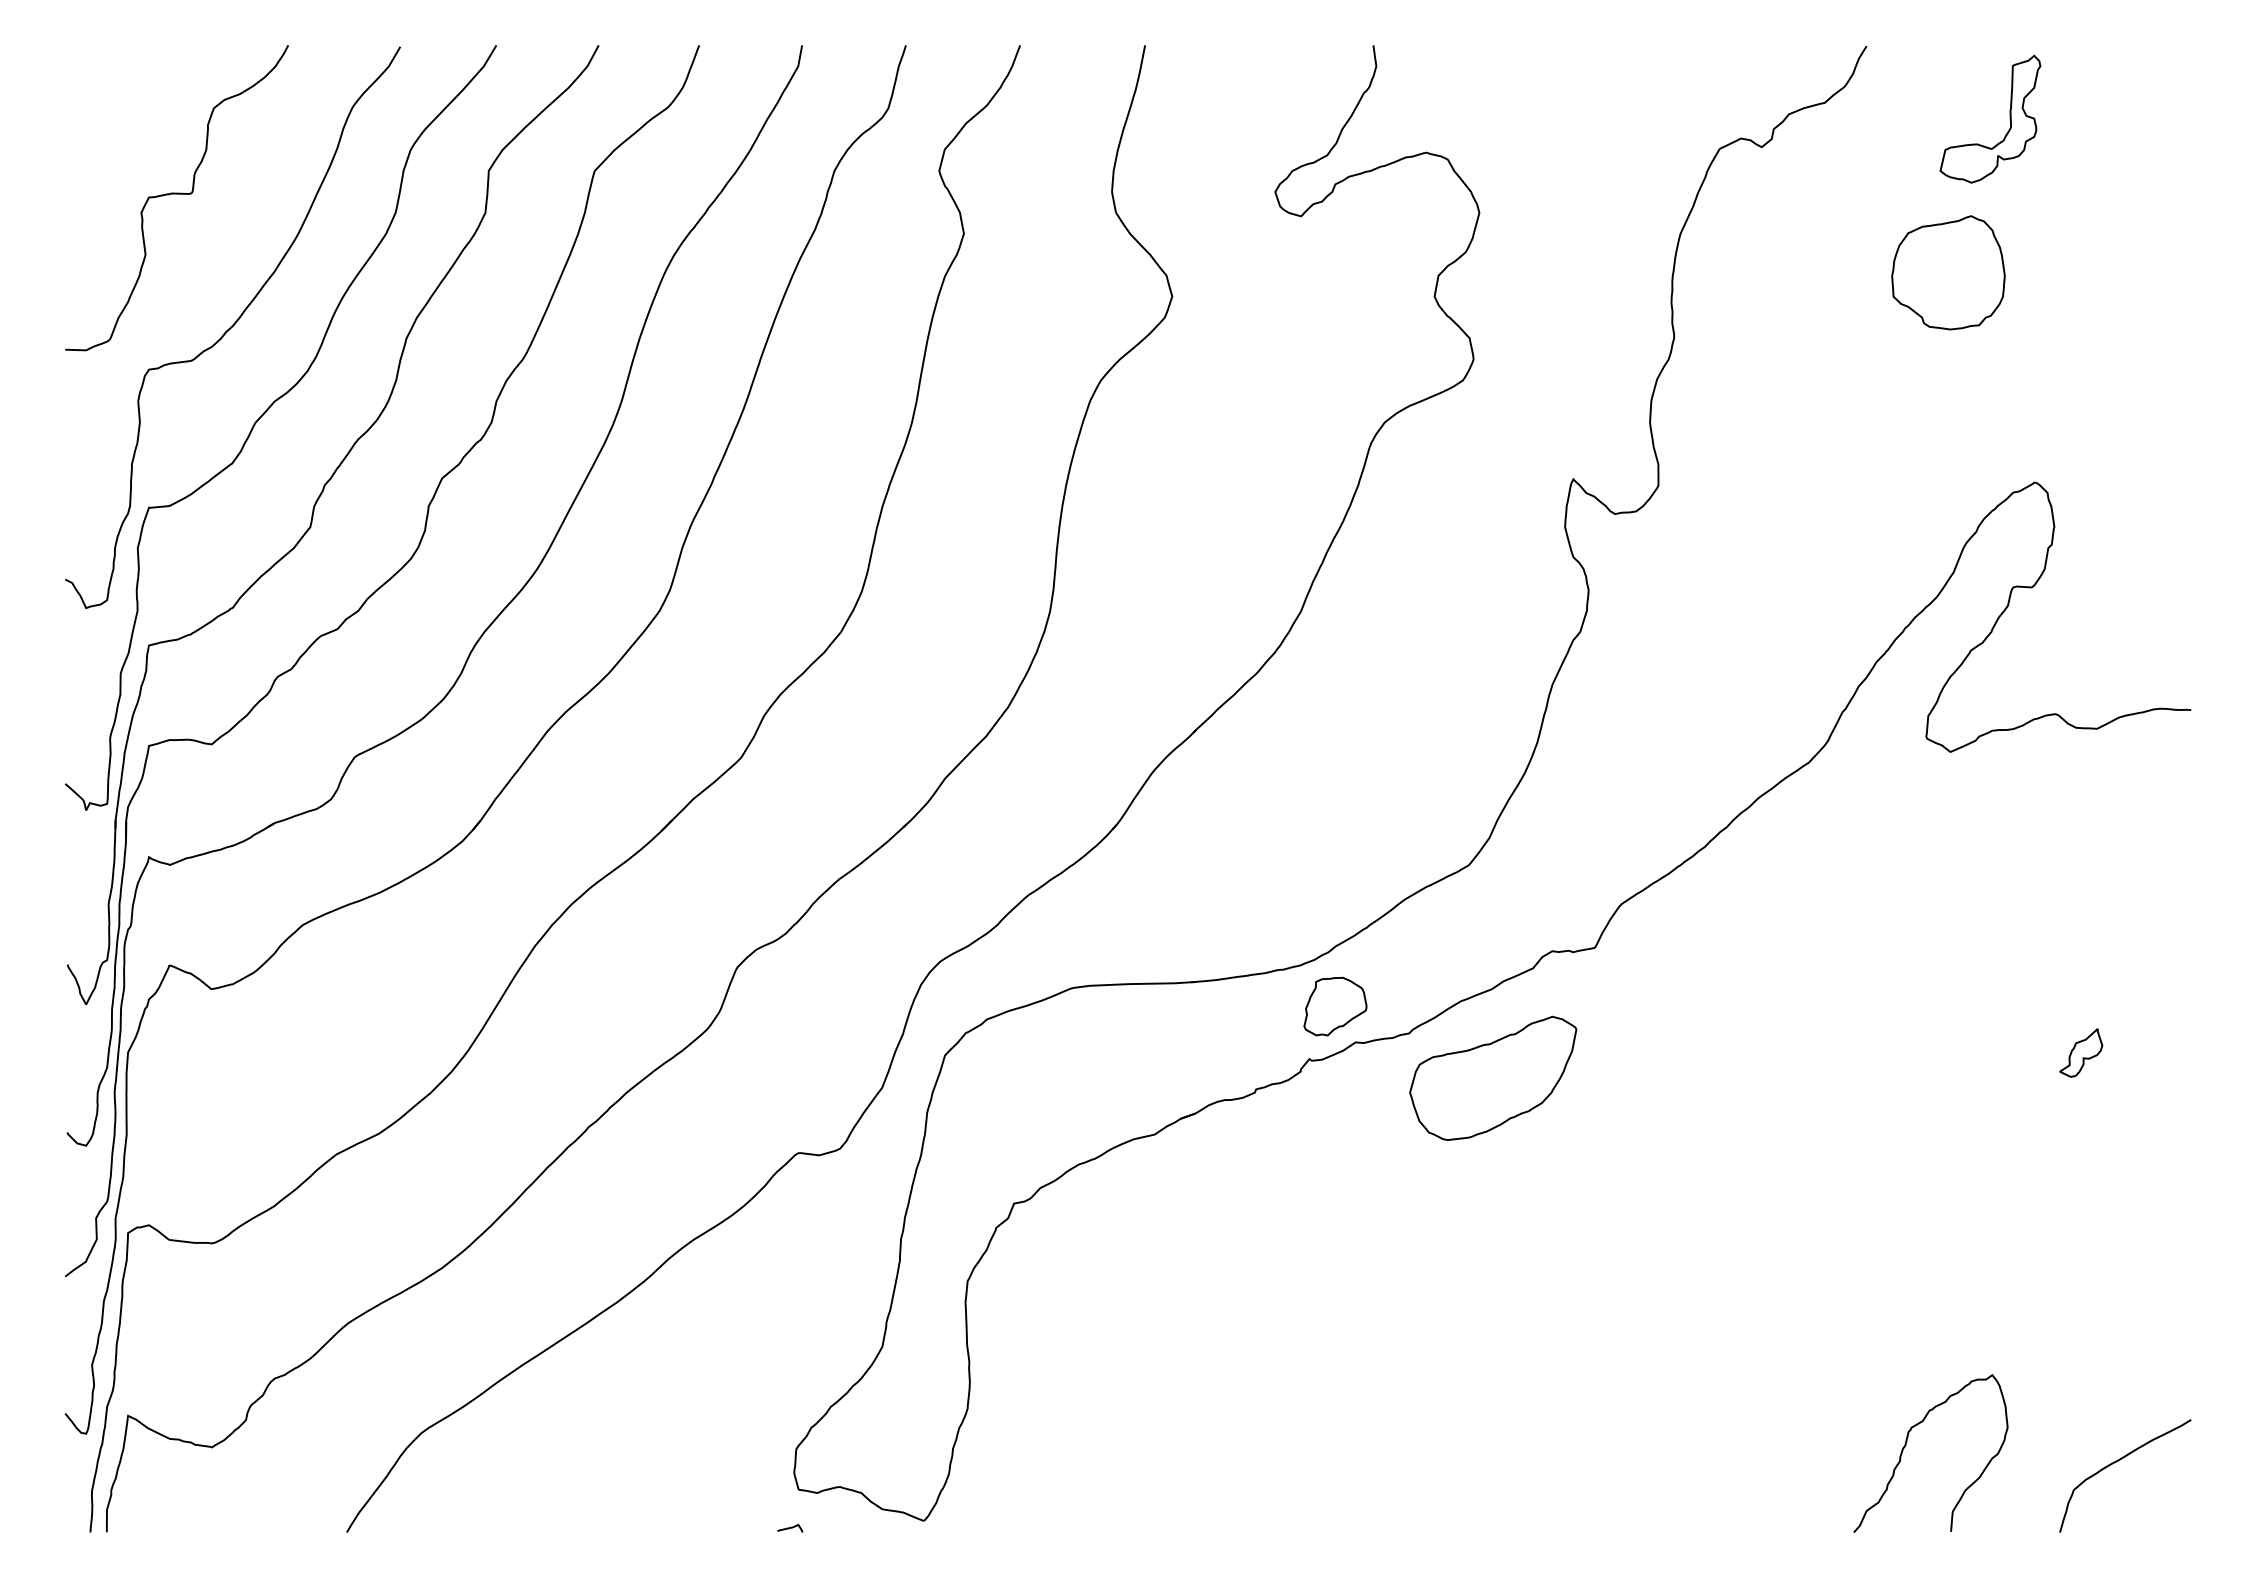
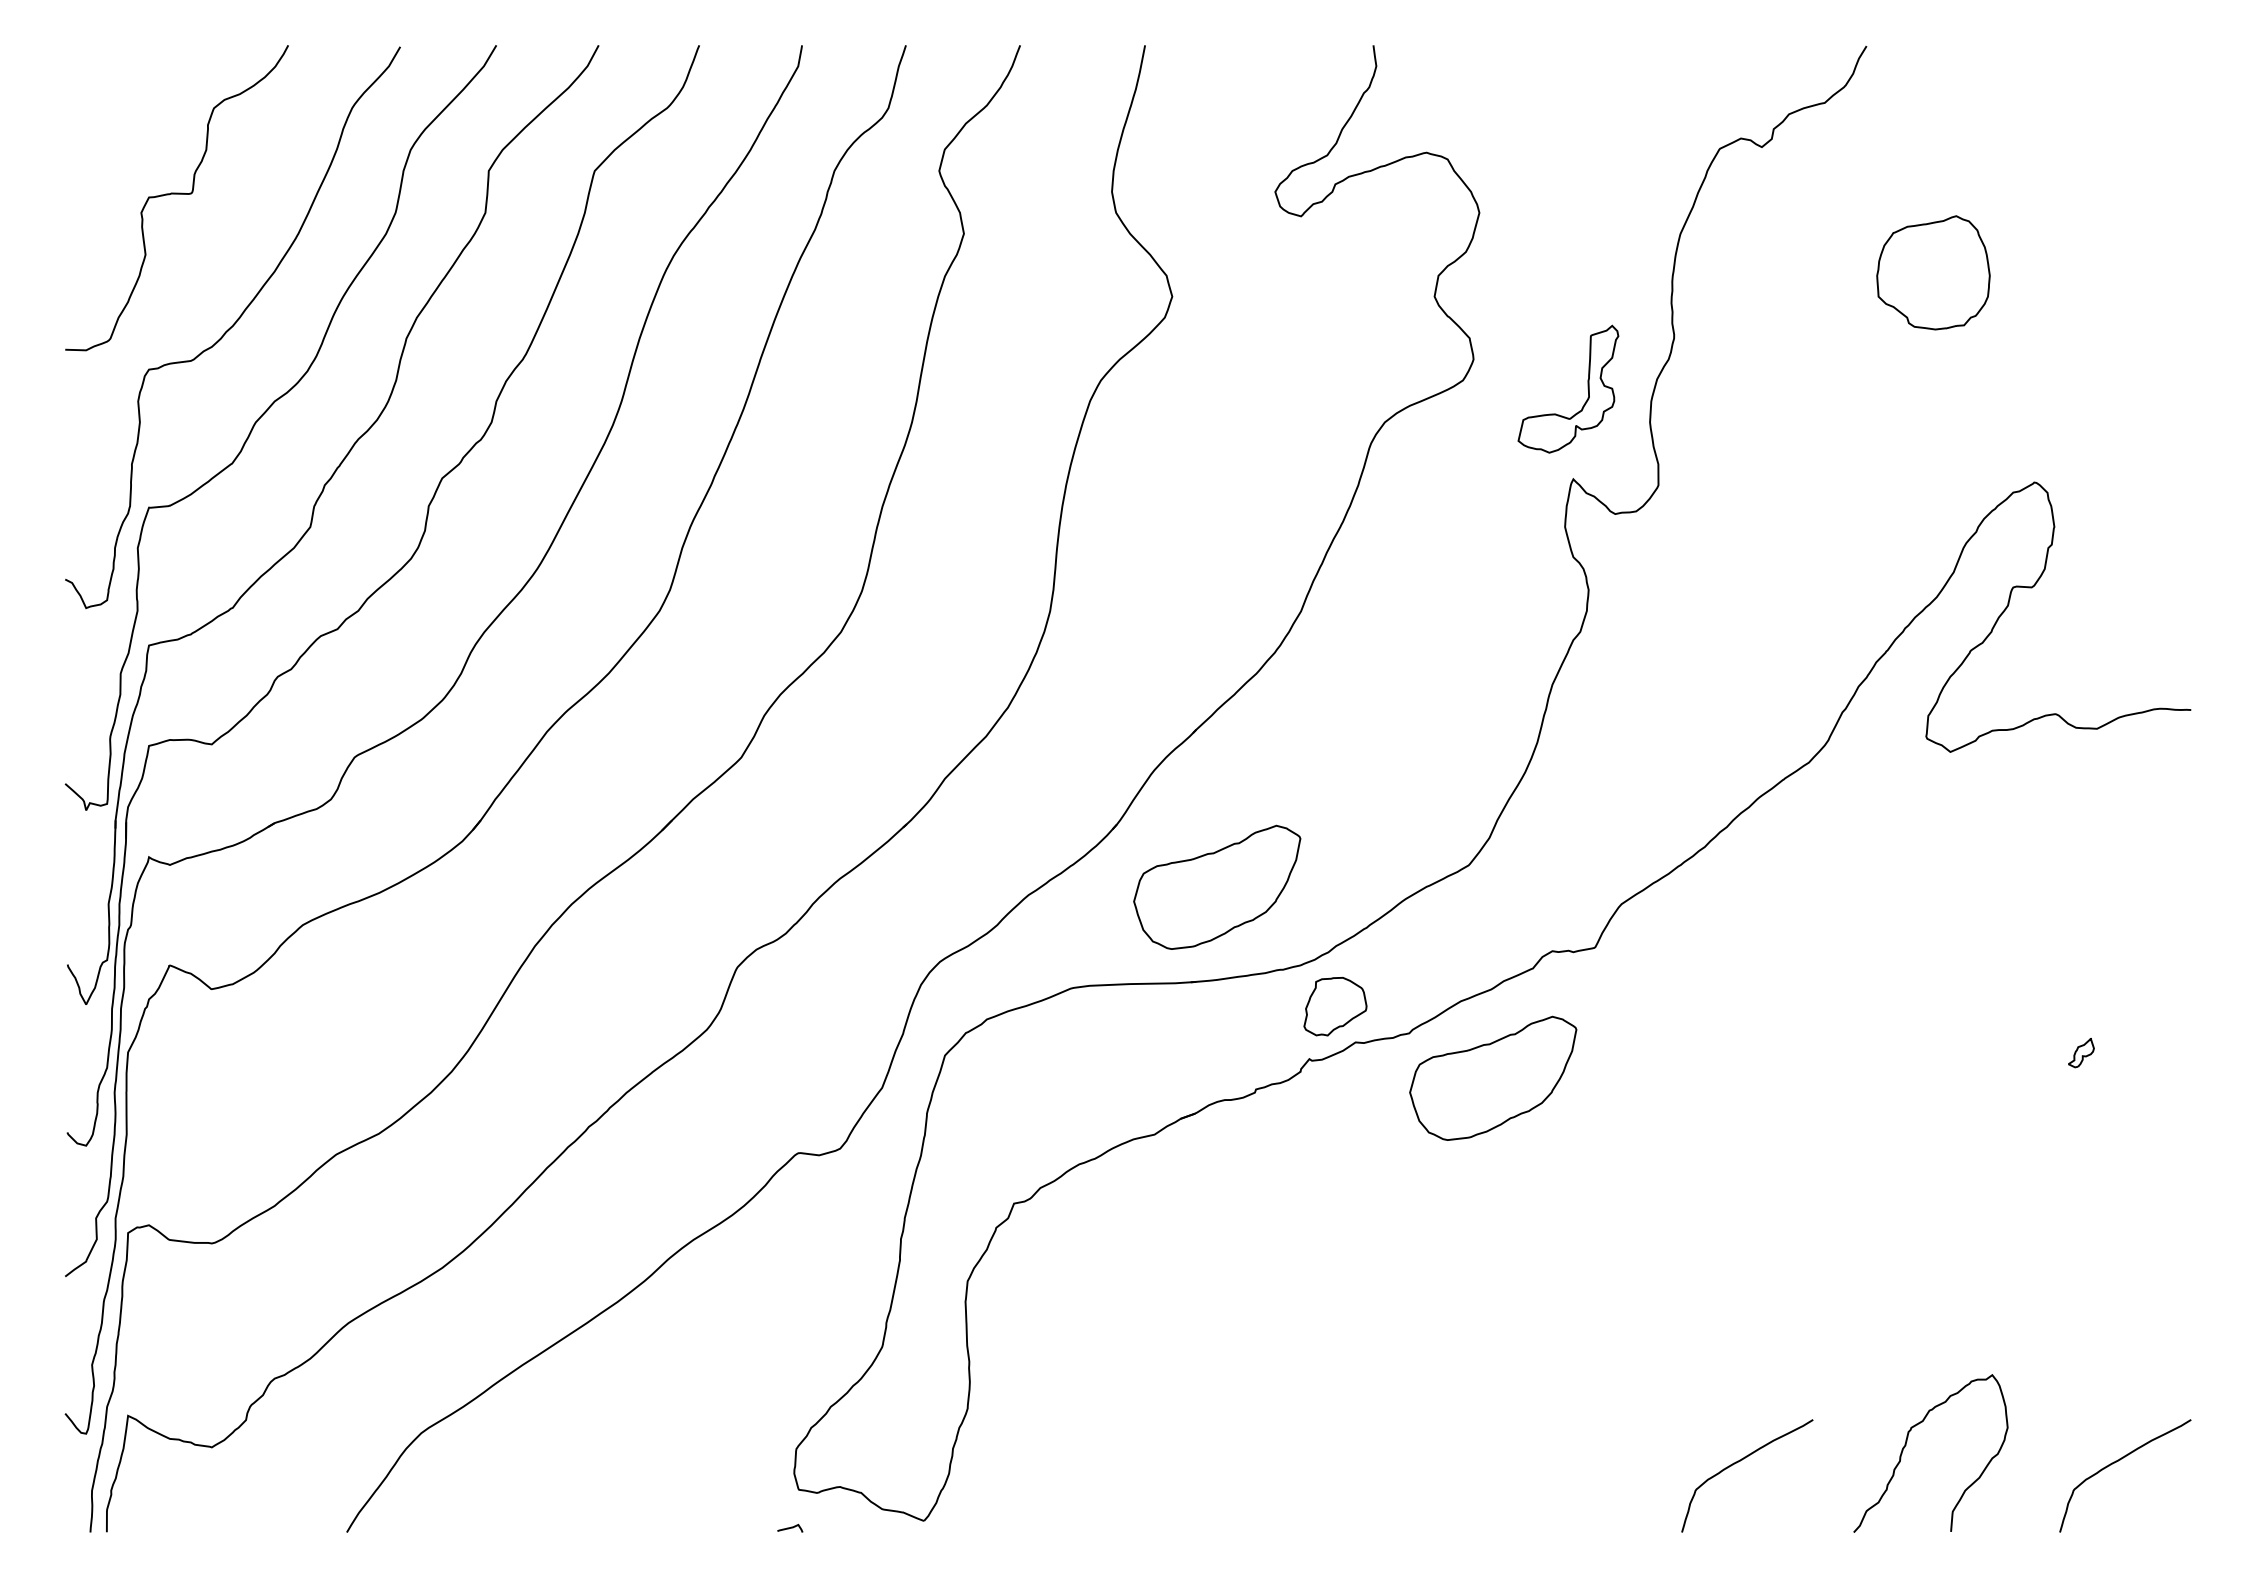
part at (2009, 118) position: (2009, 118) -> (1587, 388)
part at (1948, 272) position: (1948, 272) -> (1933, 272)
part at (1217, 886): none -> present
part at (2081, 1052) size: 45x50 px -> 27x31 px
curve at (1740, 1461): none -> present
